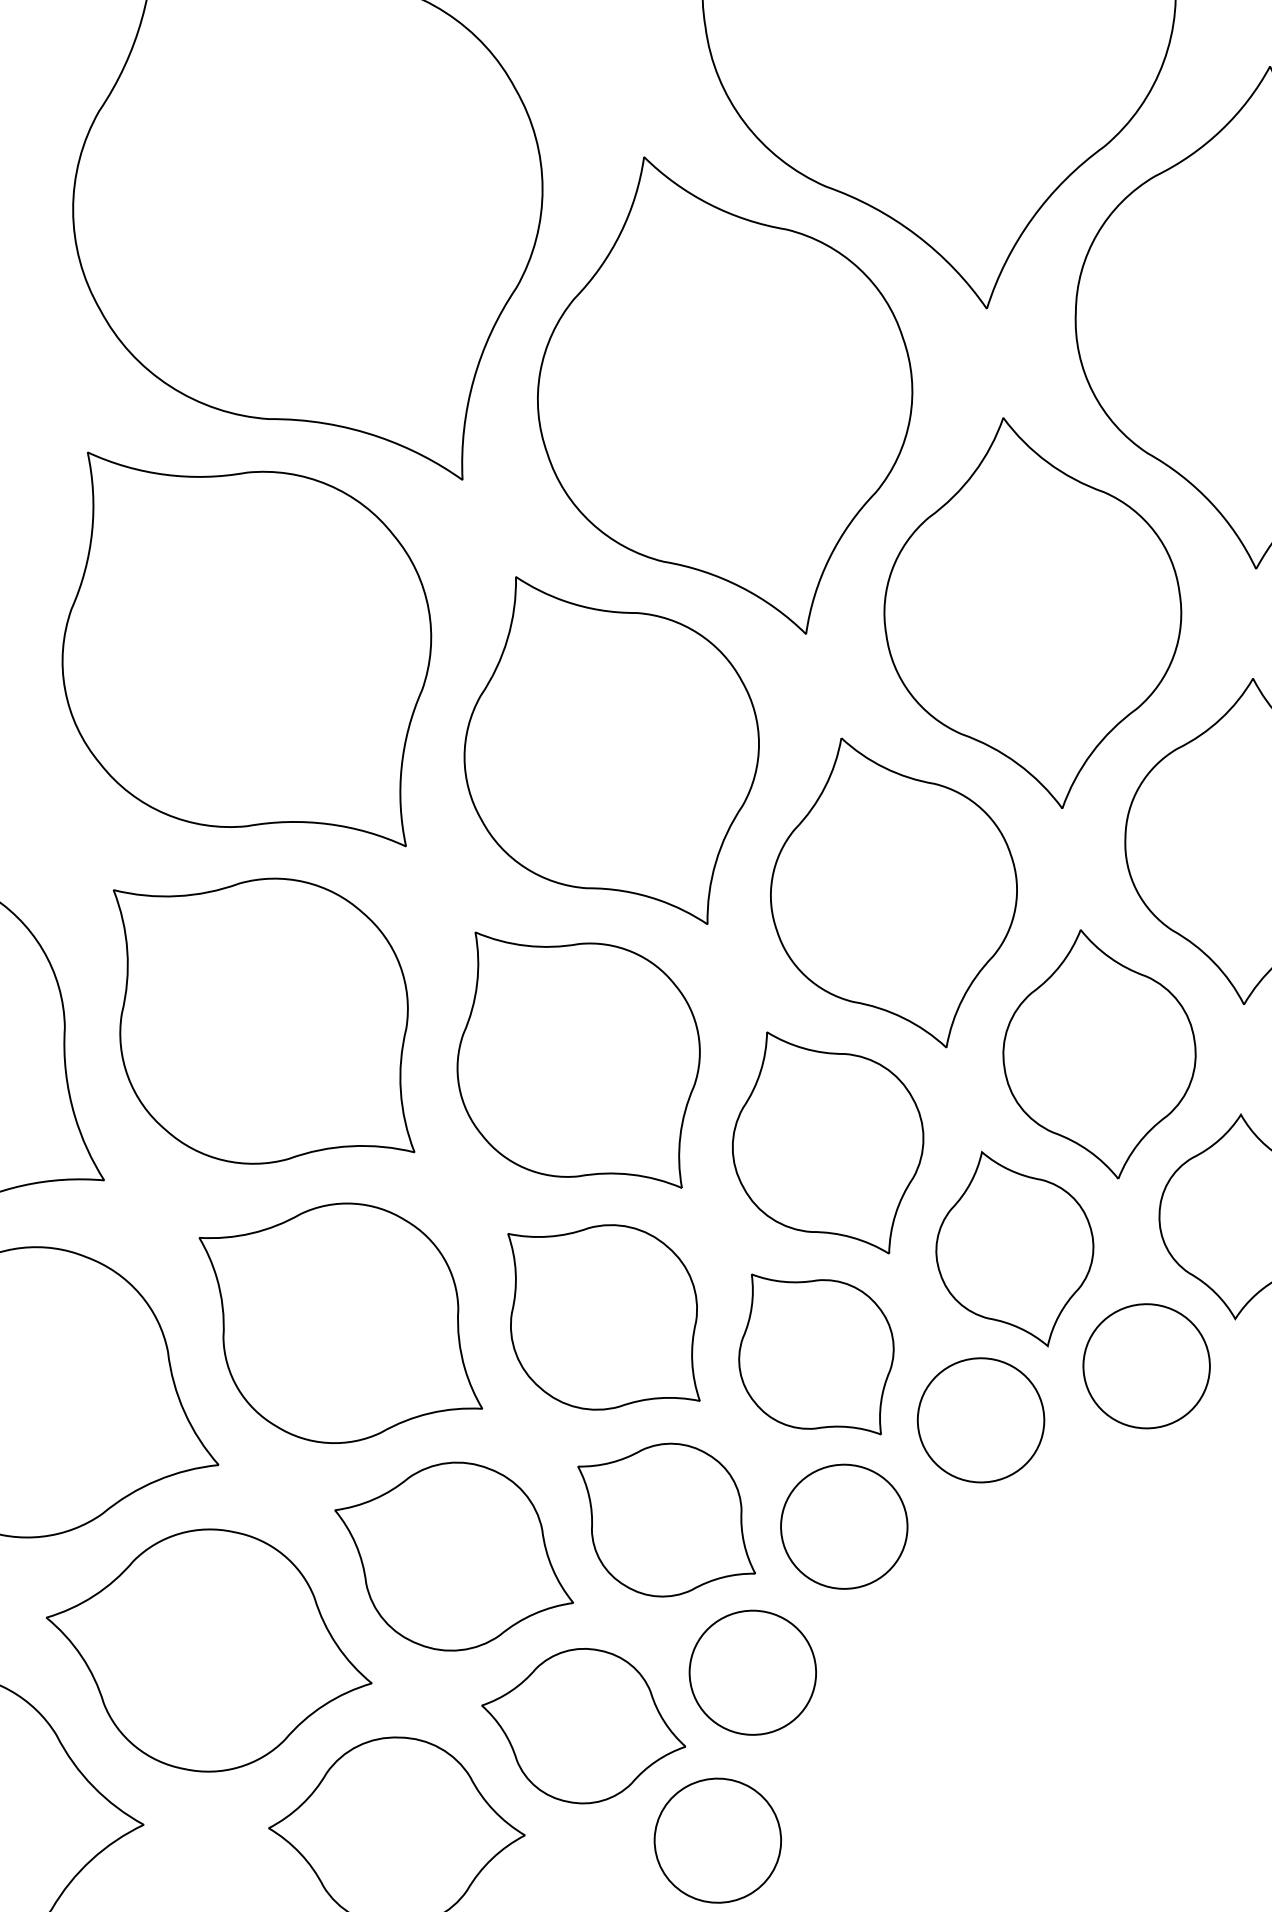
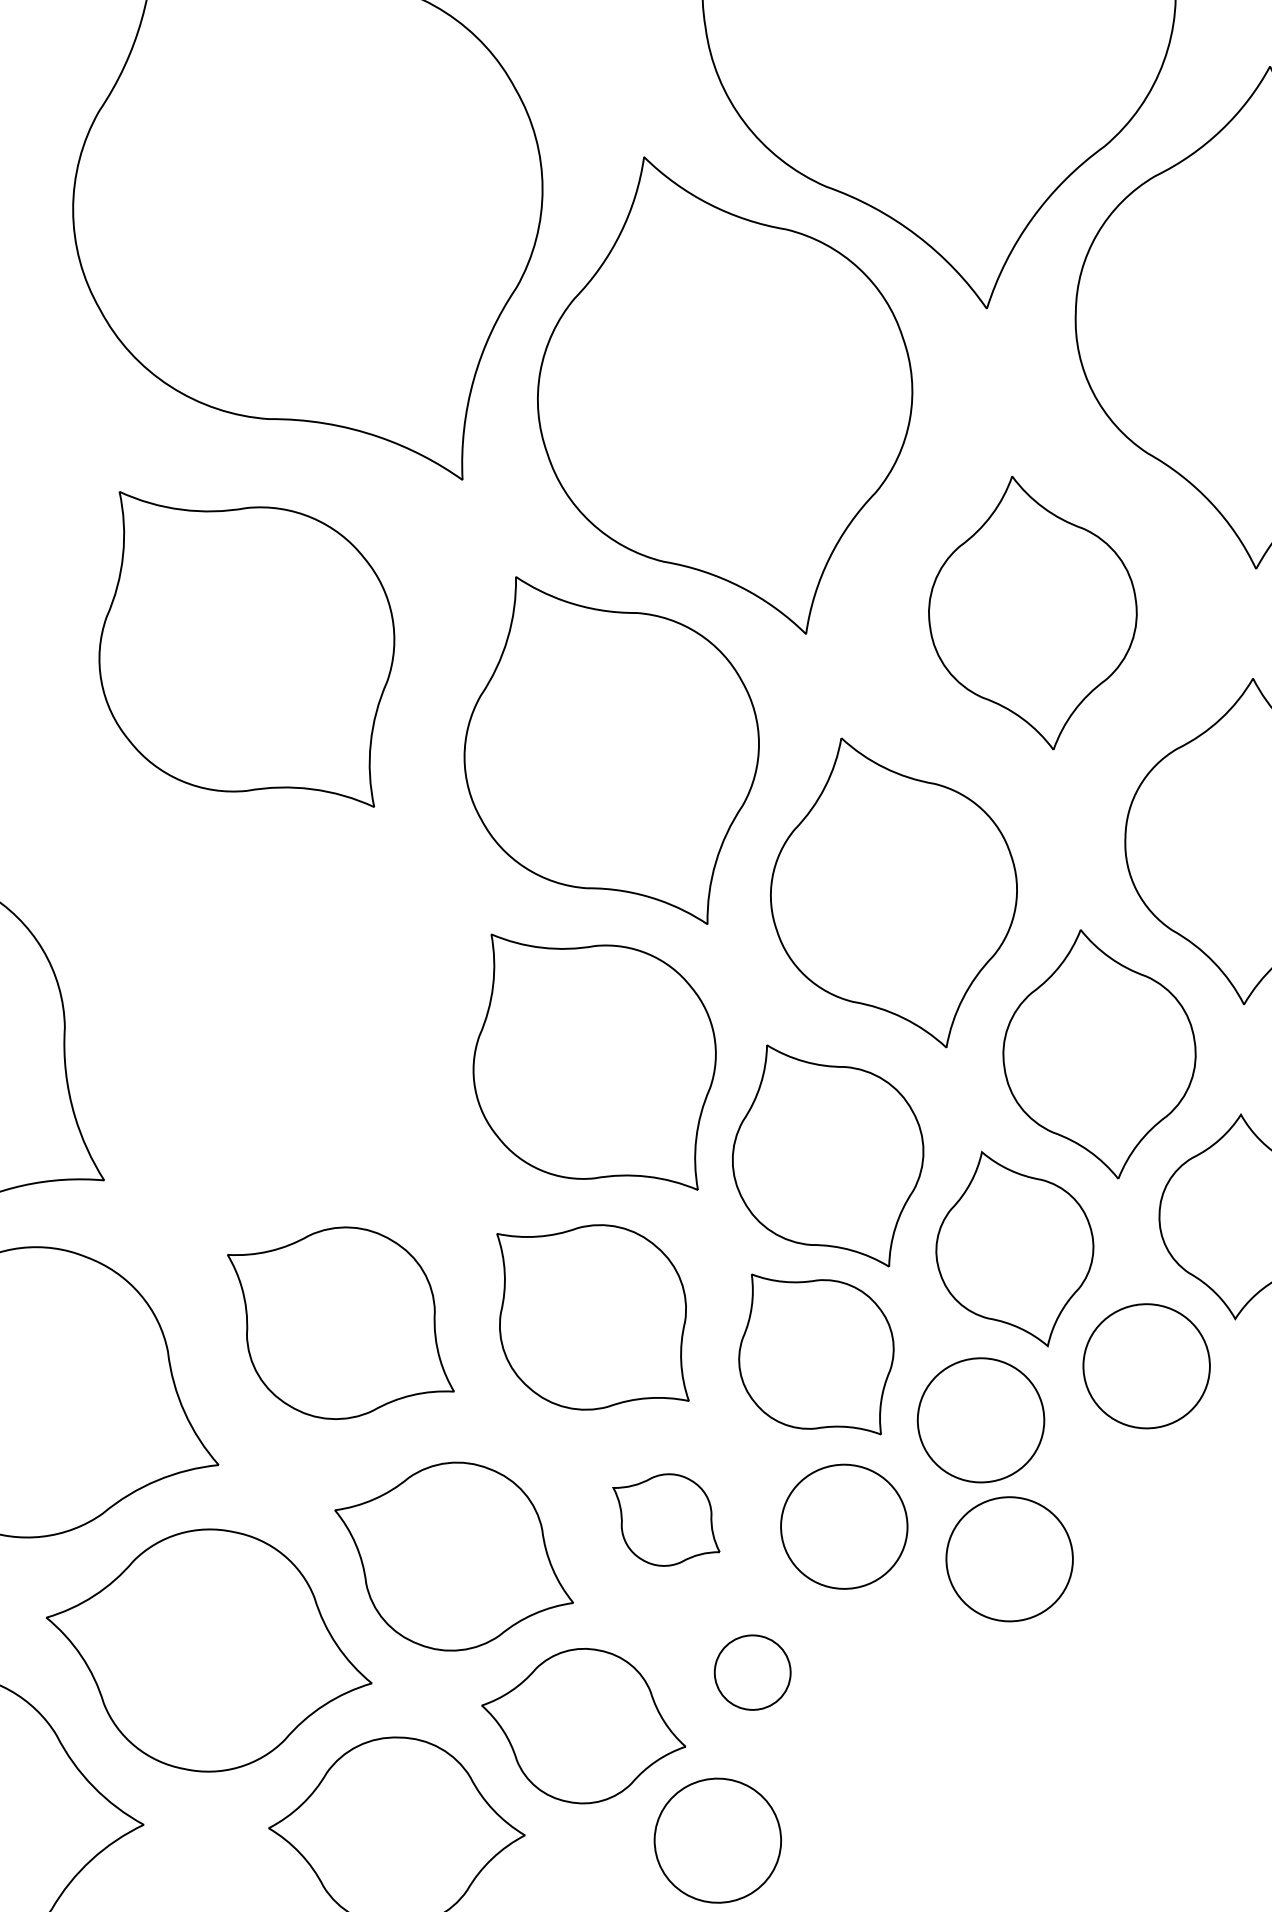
part at (1032, 612) size: 300x392 px -> 210x276 px
part at (246, 649) size: 372x397 px -> 298x317 px
part at (263, 1020): present -> none
part at (578, 1059) position: (578, 1059) -> (594, 1061)
part at (828, 1142) position: (828, 1142) -> (828, 1155)
part at (603, 1317) position: (603, 1317) -> (592, 1317)
part at (340, 1322) size: 286x242 px -> 228x194 px
part at (666, 1519) size: 179x156 px -> 109x94 px
part at (1009, 1559): none -> present
part at (752, 1672) size: 129x127 px -> 79x77 px
